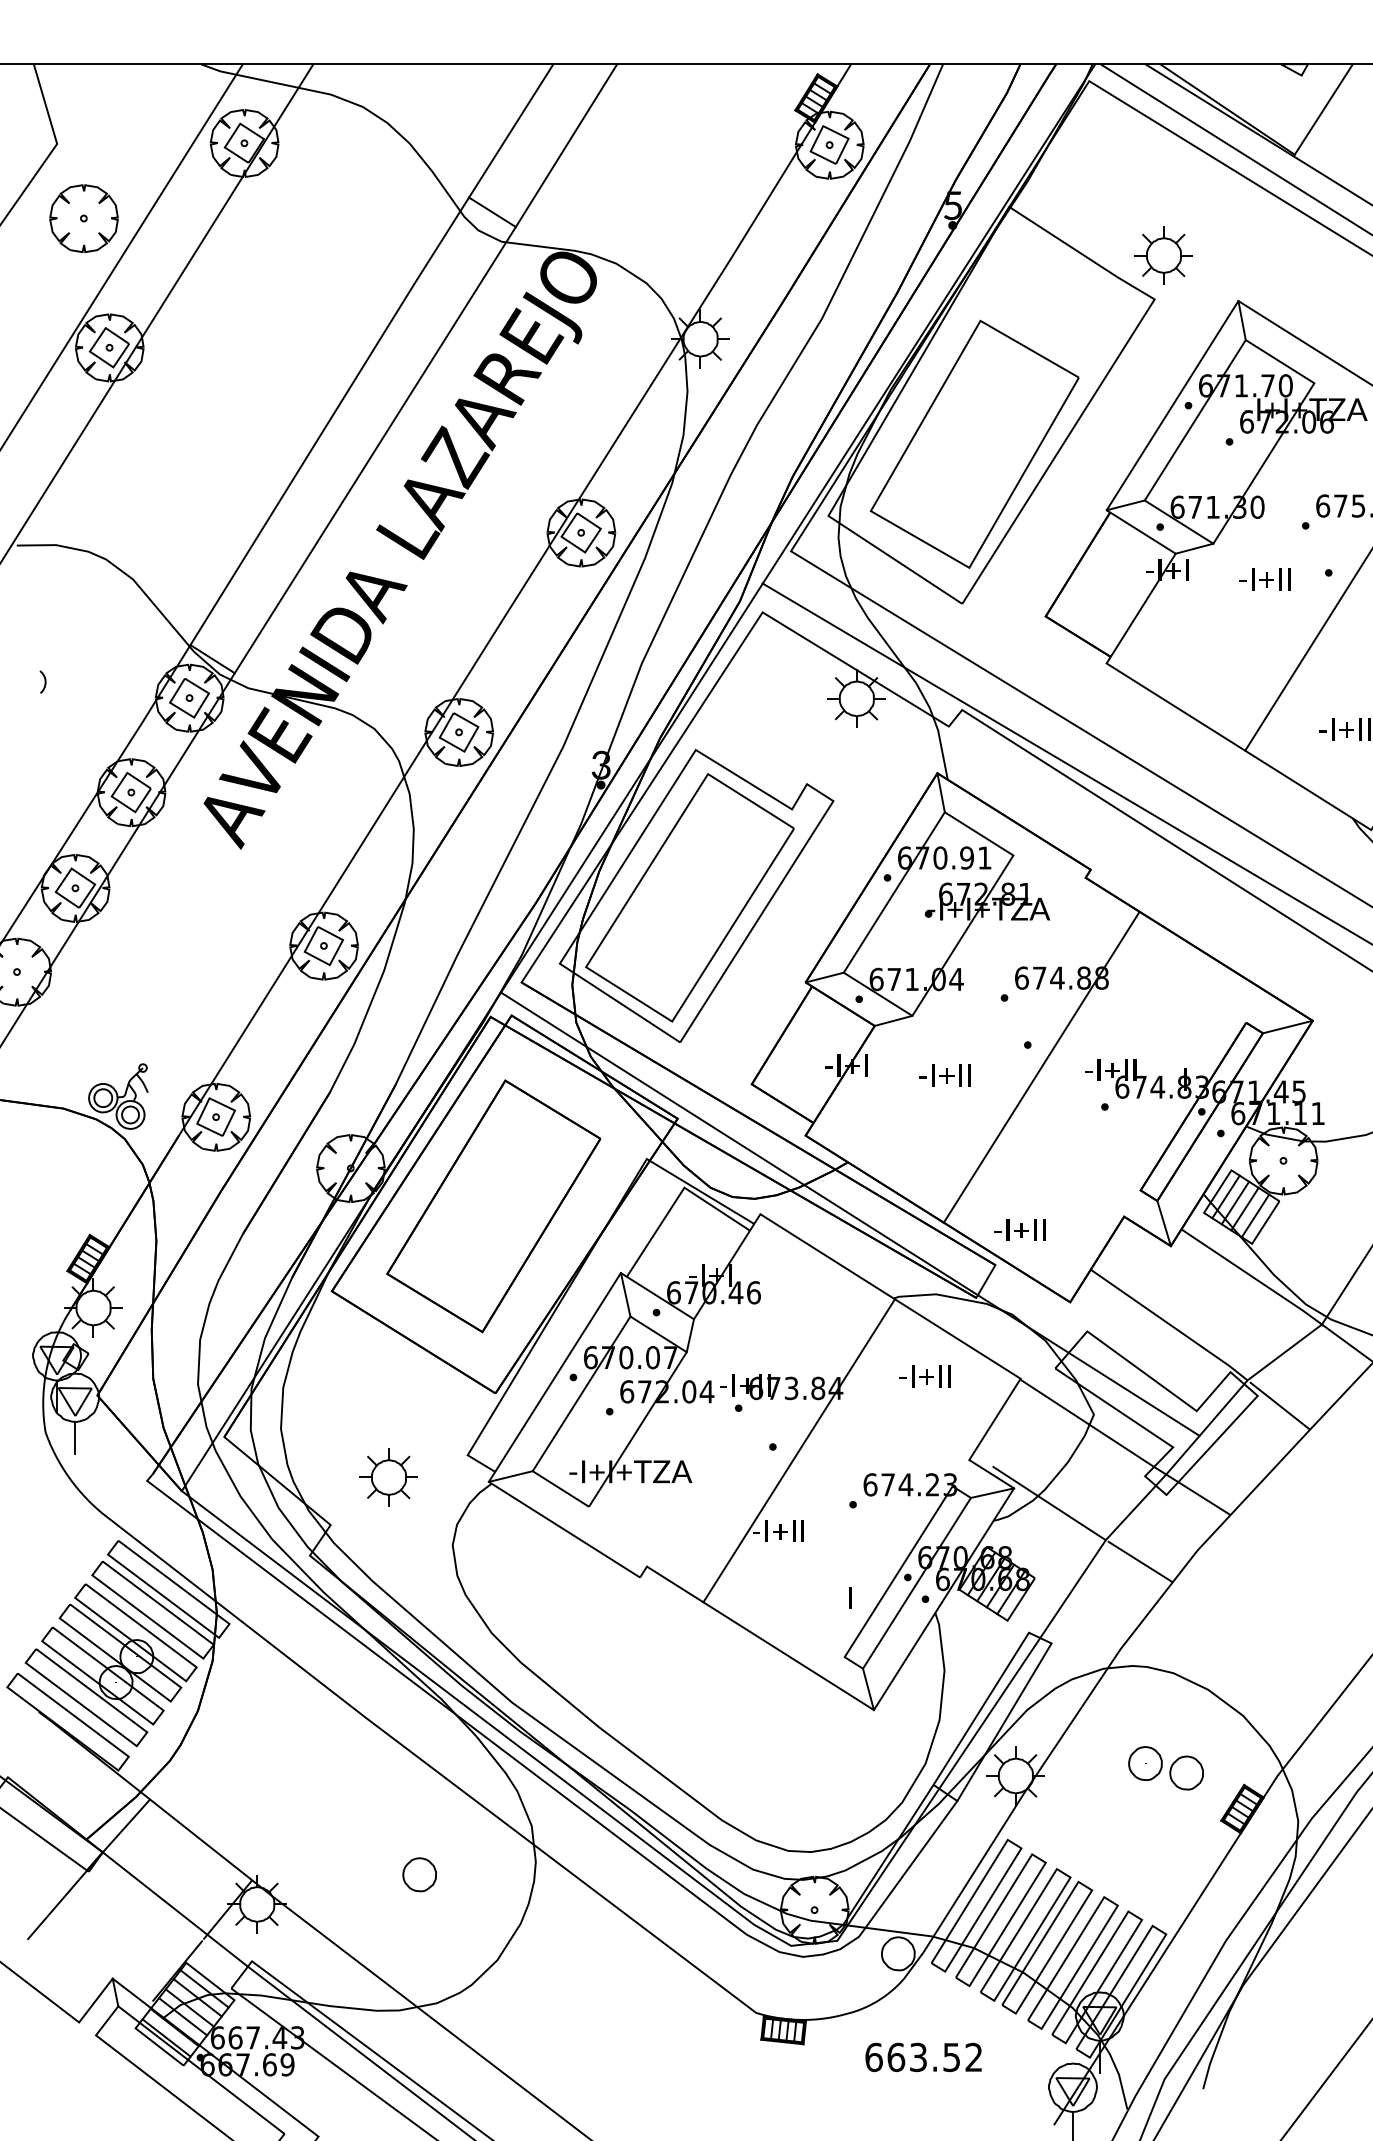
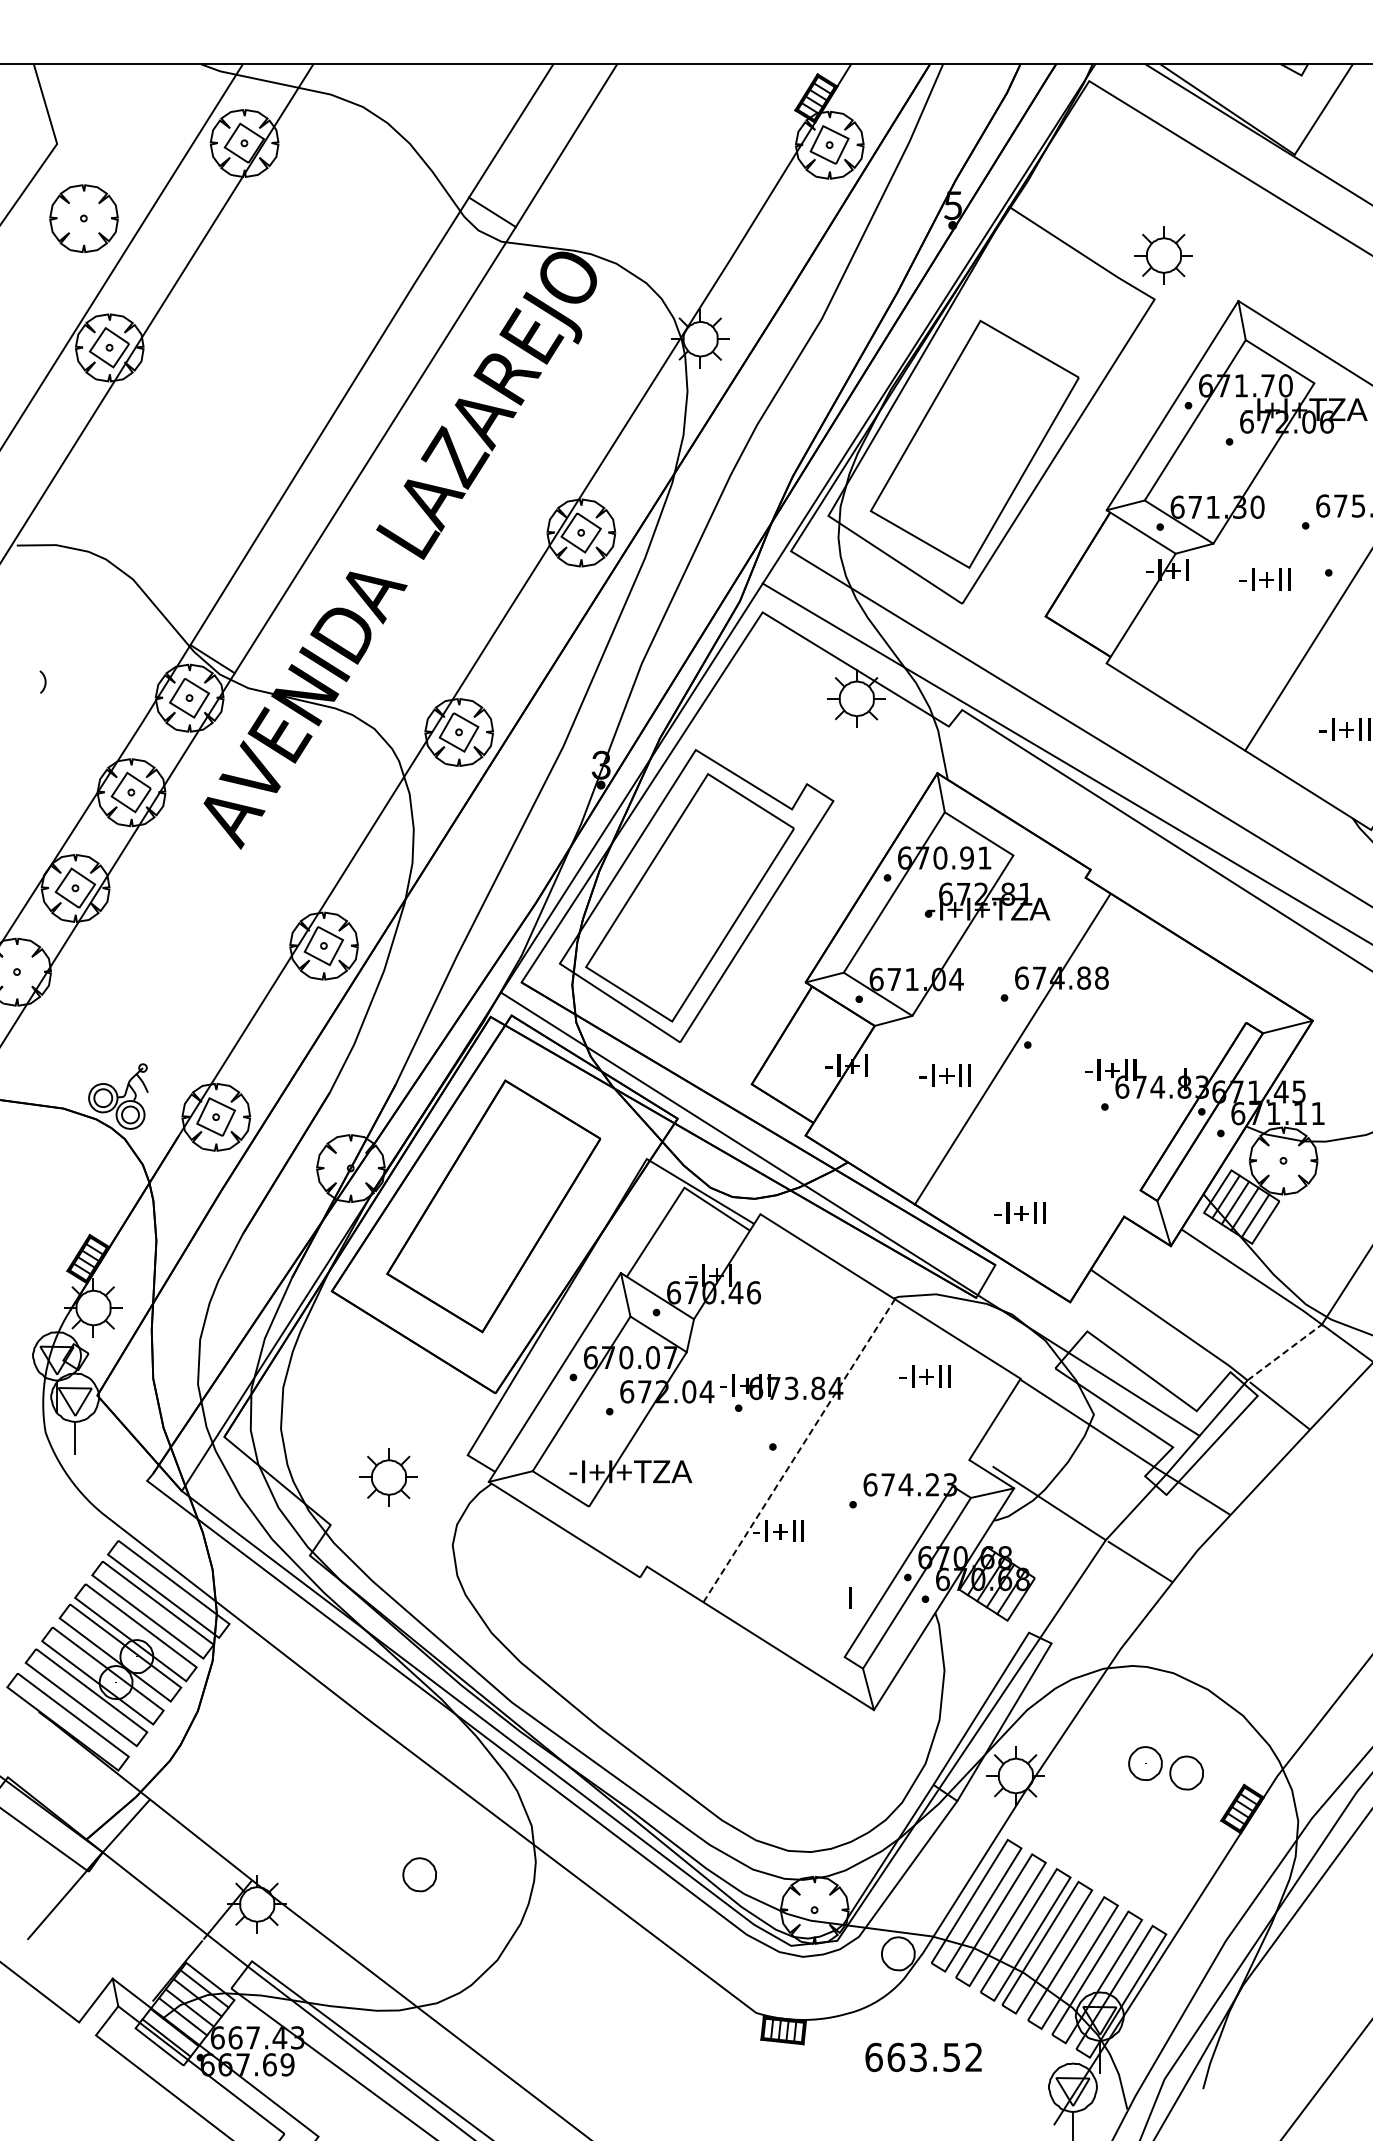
line at (1234, 148): present -> none
line at (1041, 1066) position: (1041, 1066) -> (1012, 1048)
text at (1019, 1229) position: (1019, 1229) -> (1019, 1212)
line at (1284, 1352): solid -> dashed
line at (799, 1450): solid -> dashed
